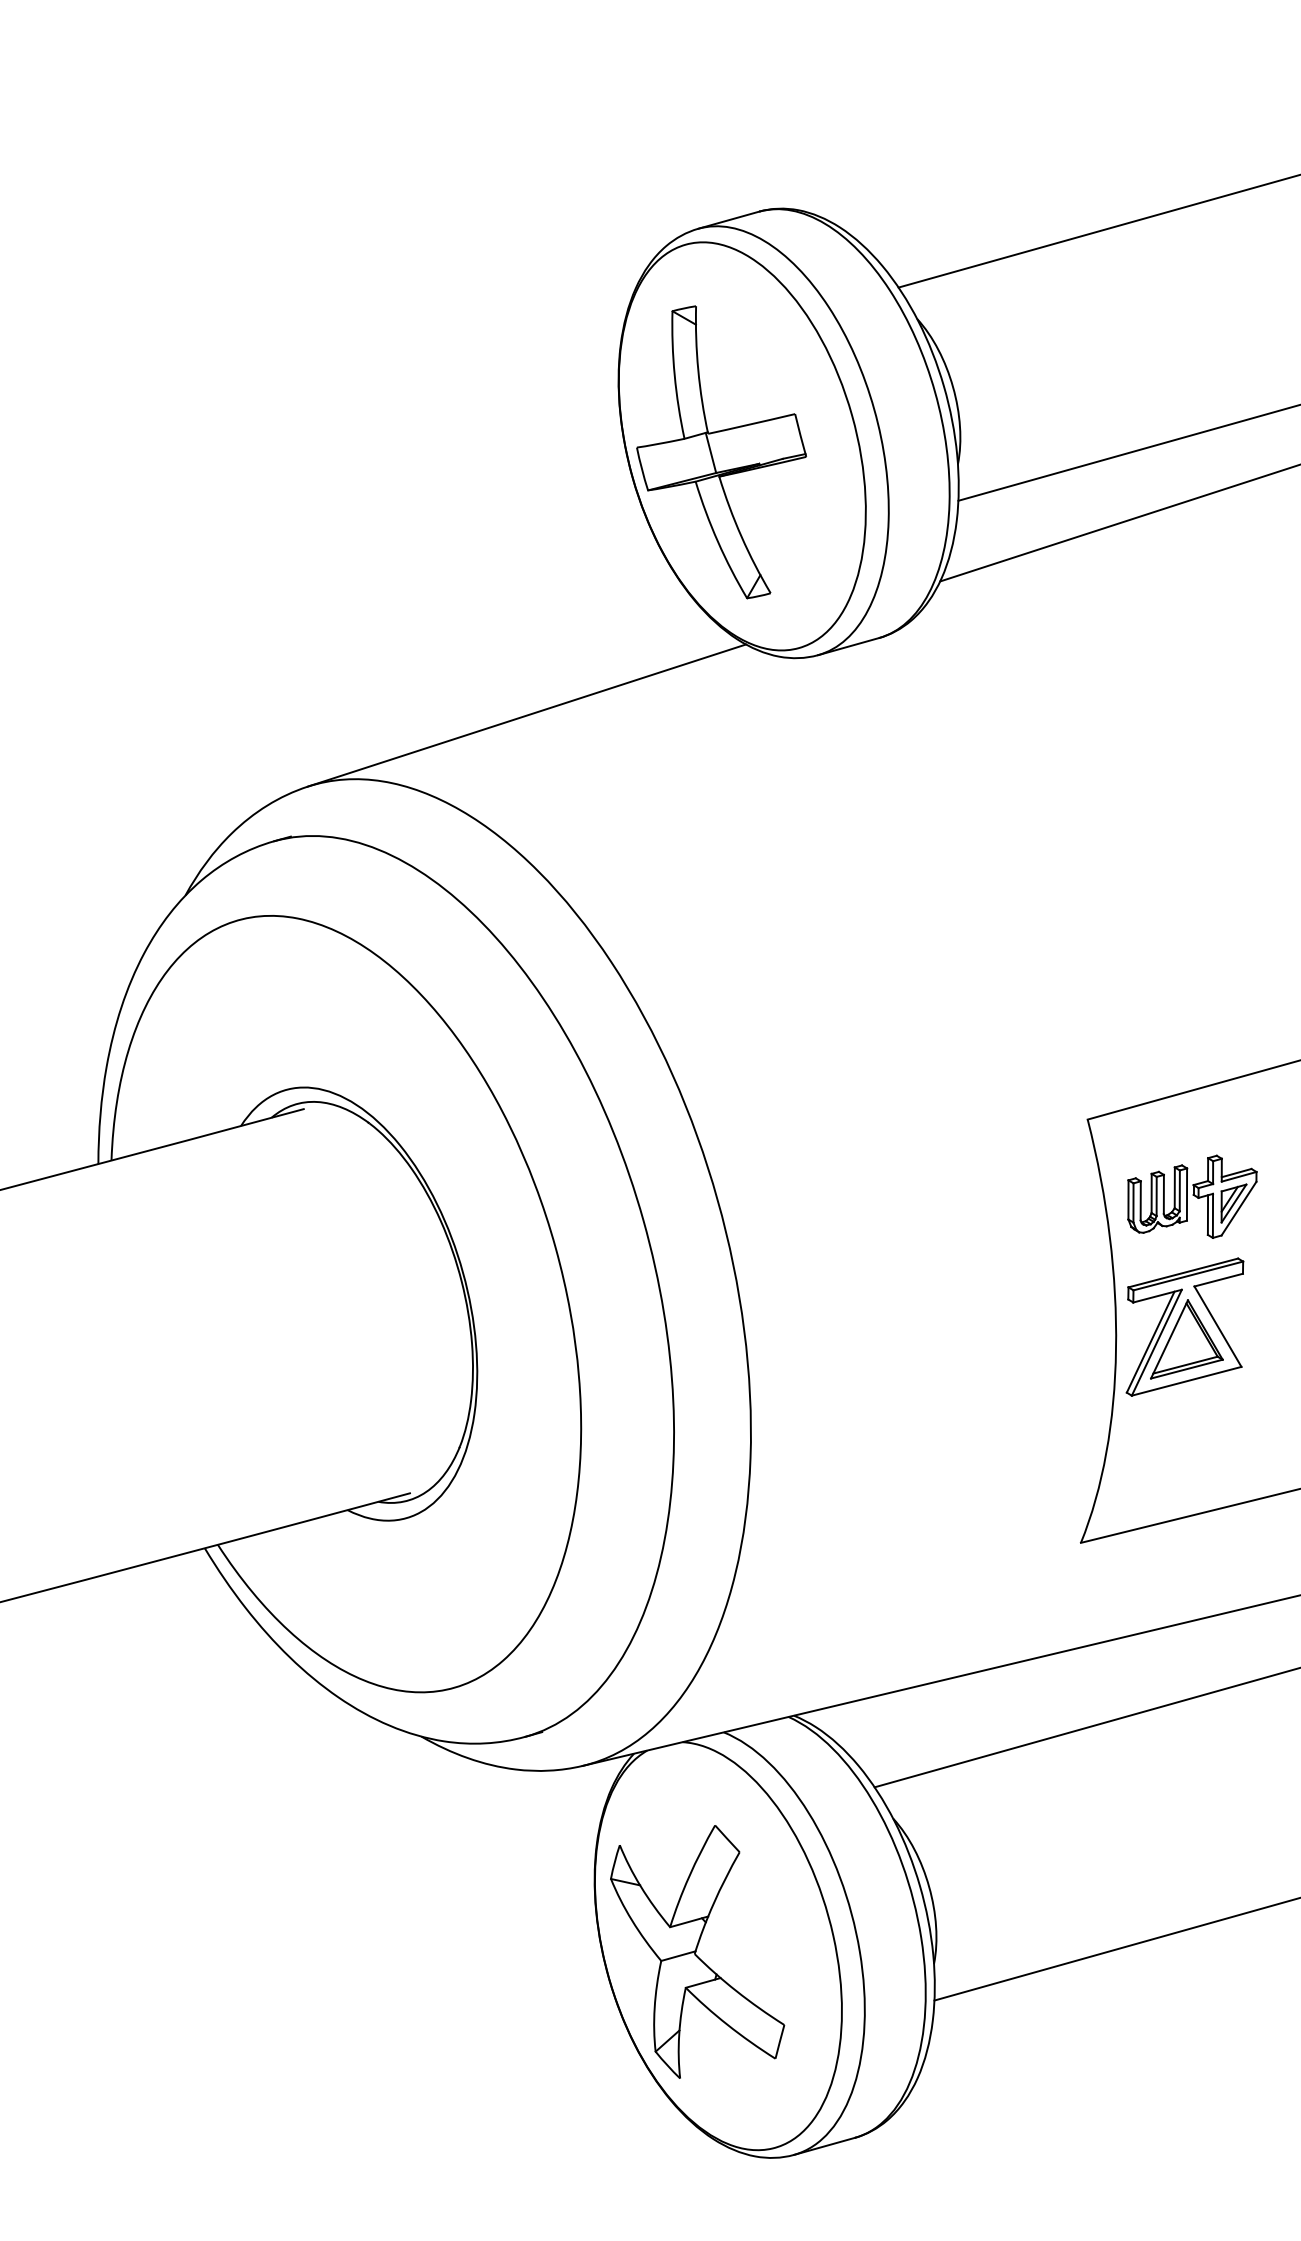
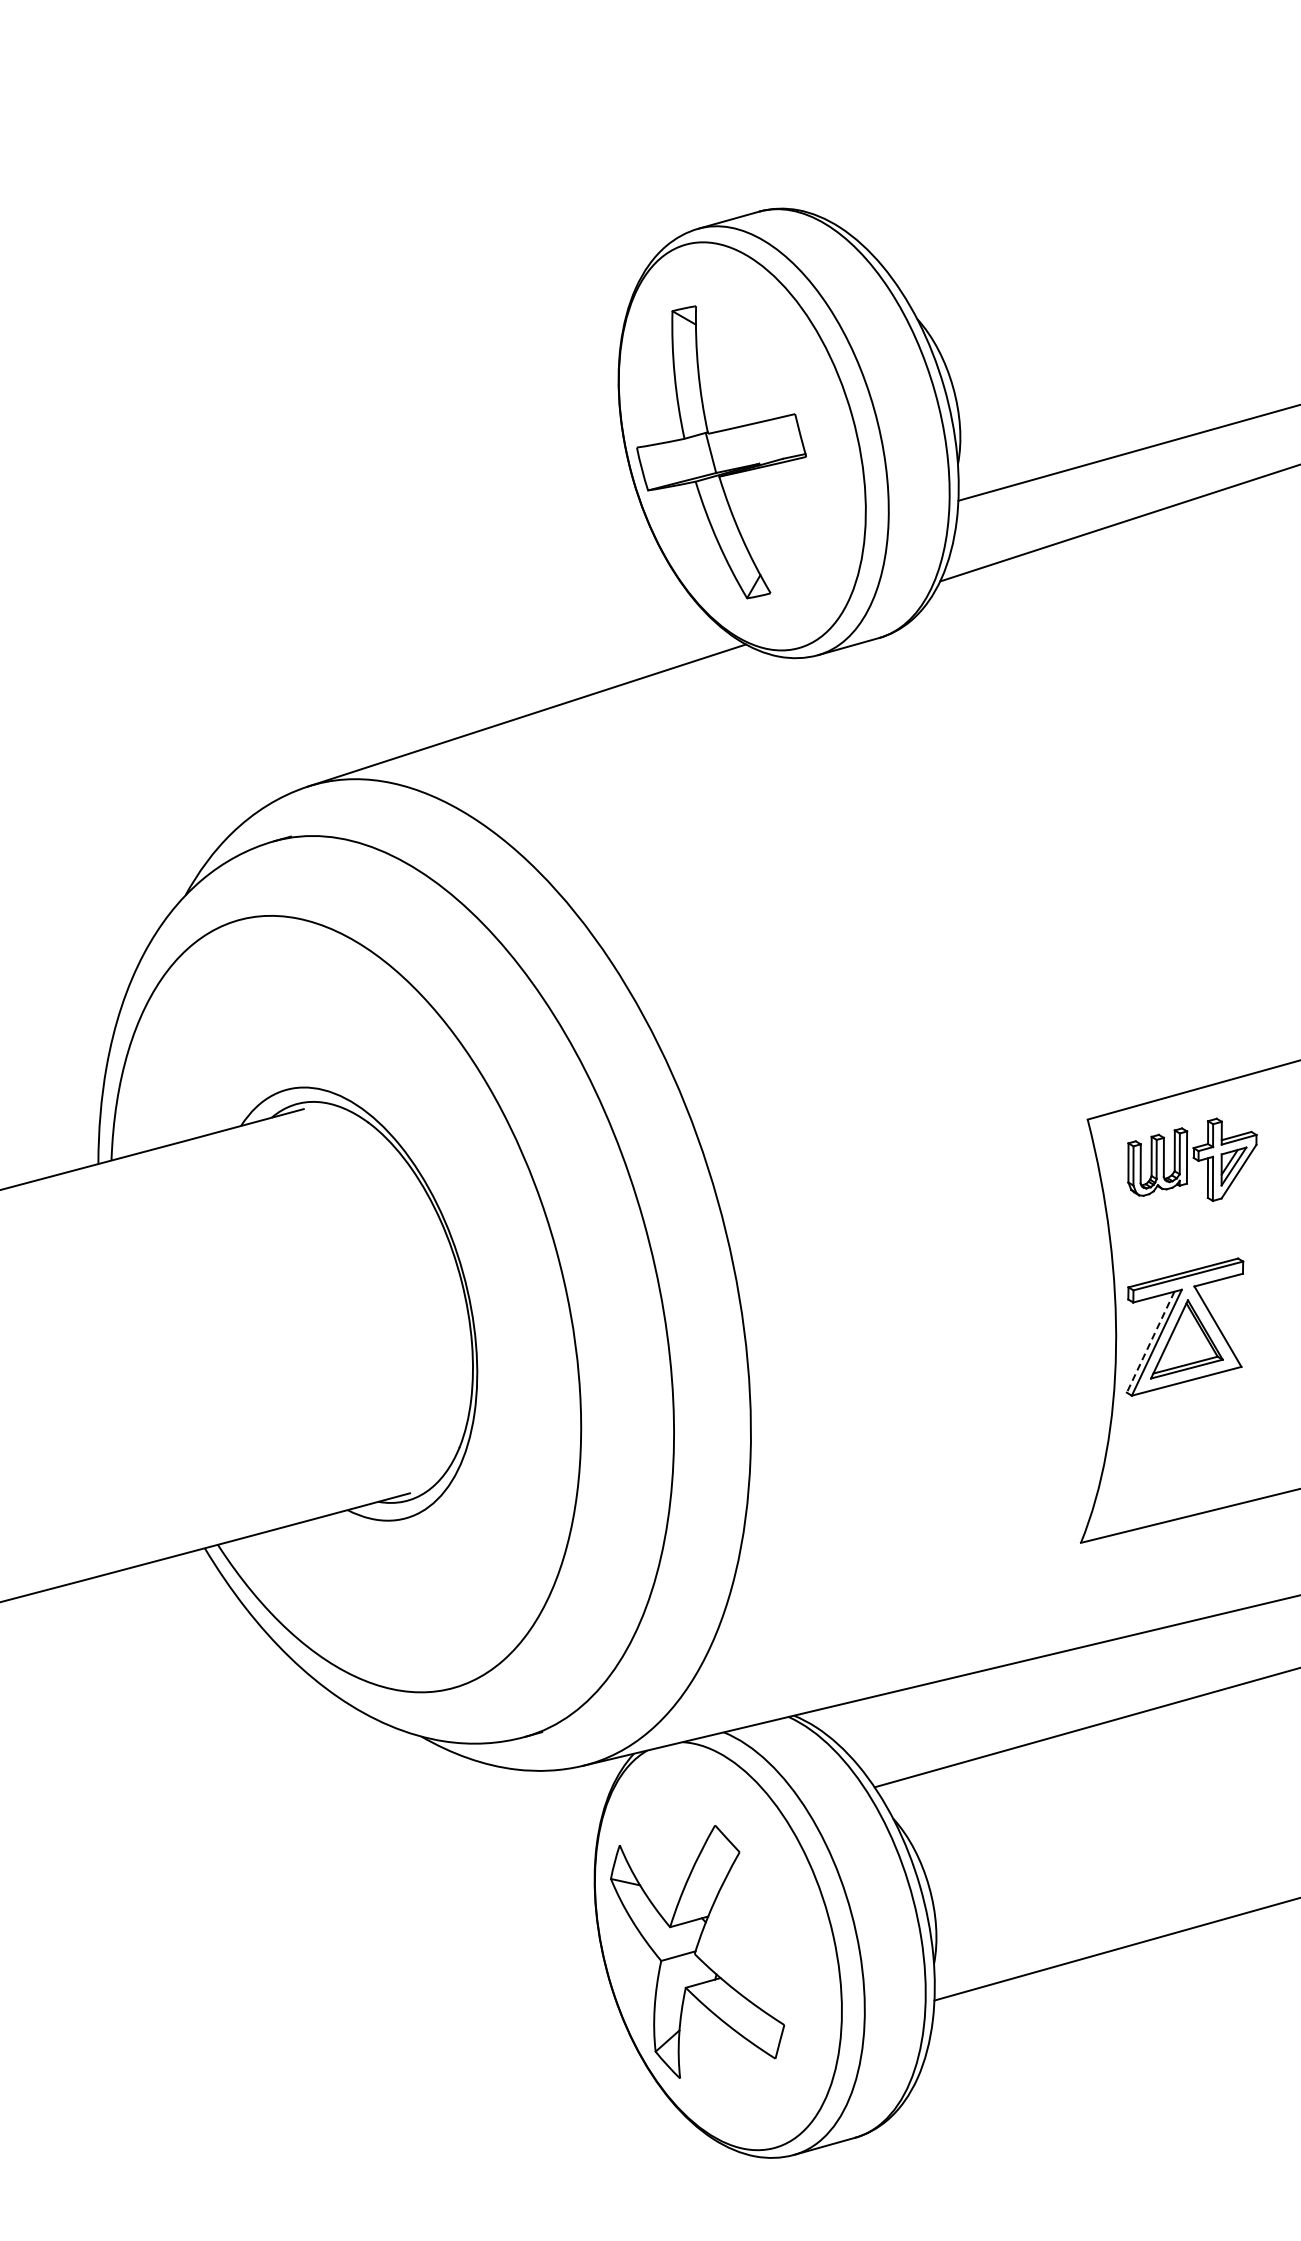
line at (1097, 231): present -> none
part at (1192, 1196) position: (1192, 1196) -> (1192, 1159)
line at (1150, 1342): solid -> dashed
